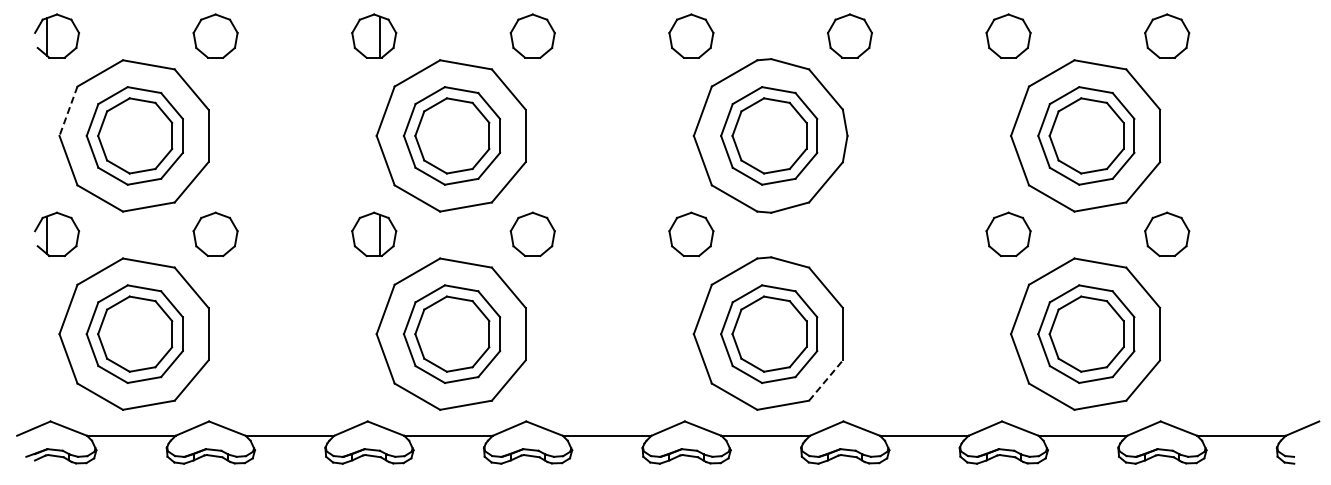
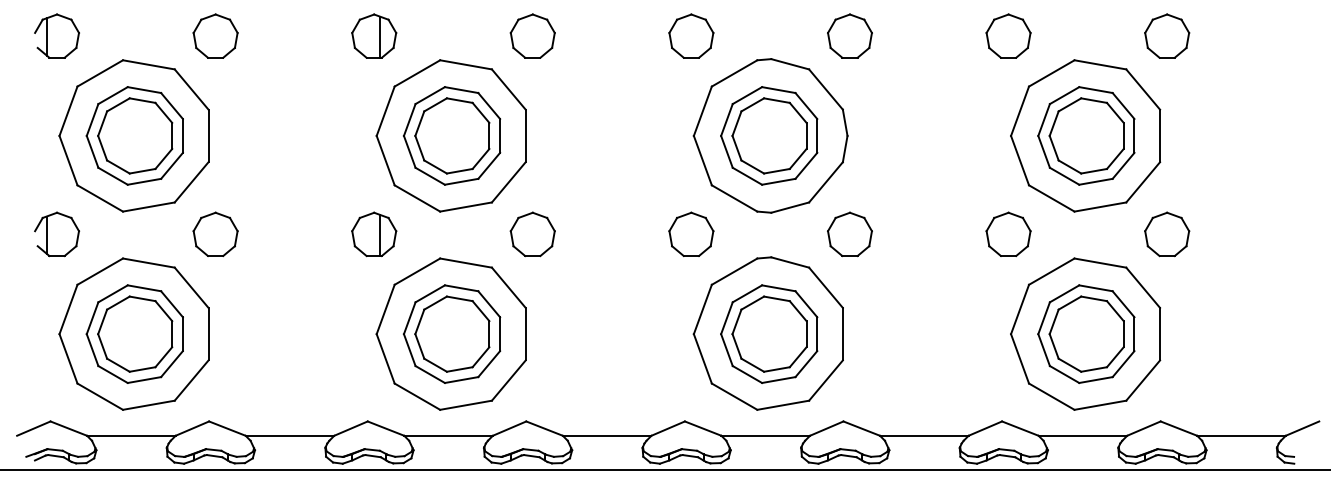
line at (68, 111): dashed -> solid
part at (849, 234): none -> present
line at (826, 380): dashed -> solid
line at (664, 470): none -> present
